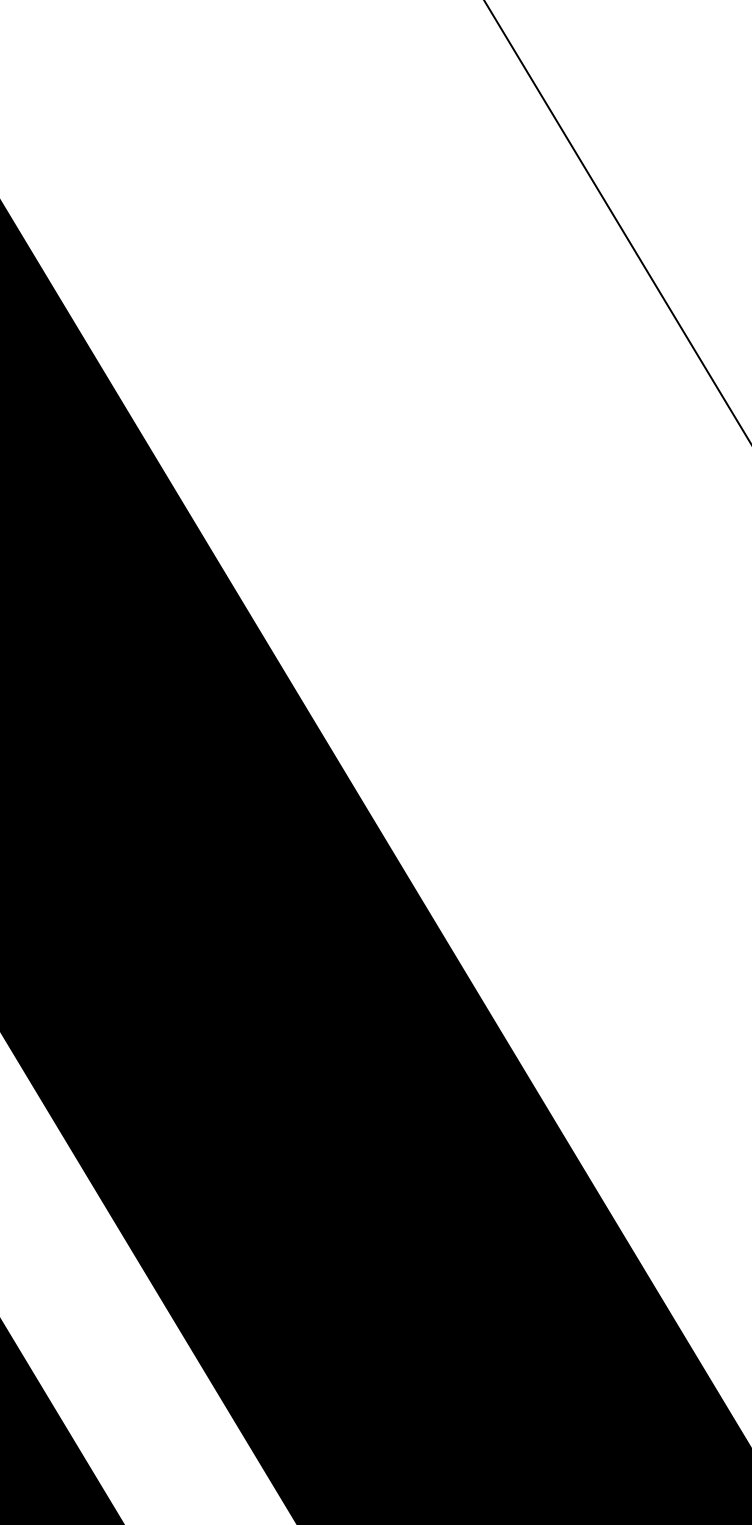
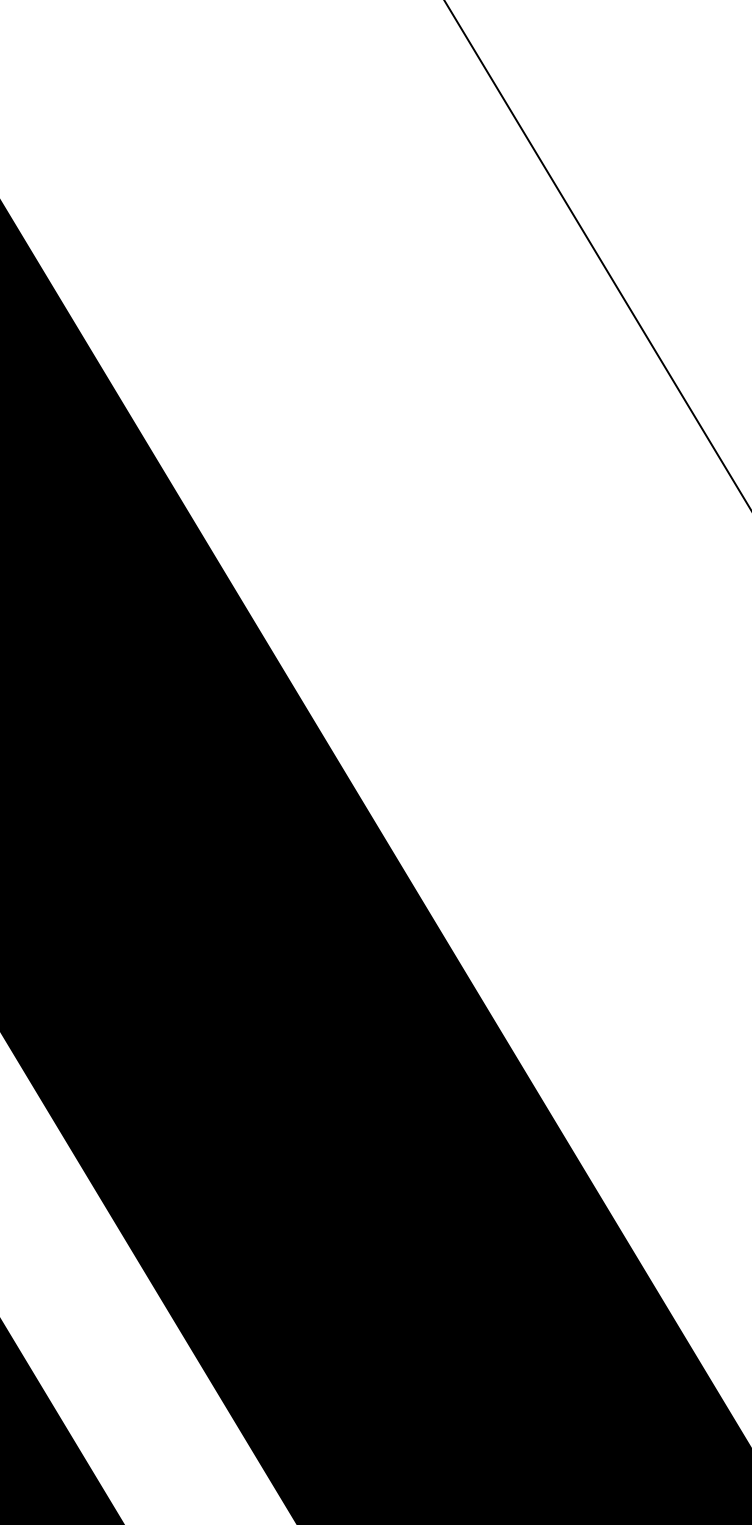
line at (616, 221) position: (616, 221) -> (596, 254)
